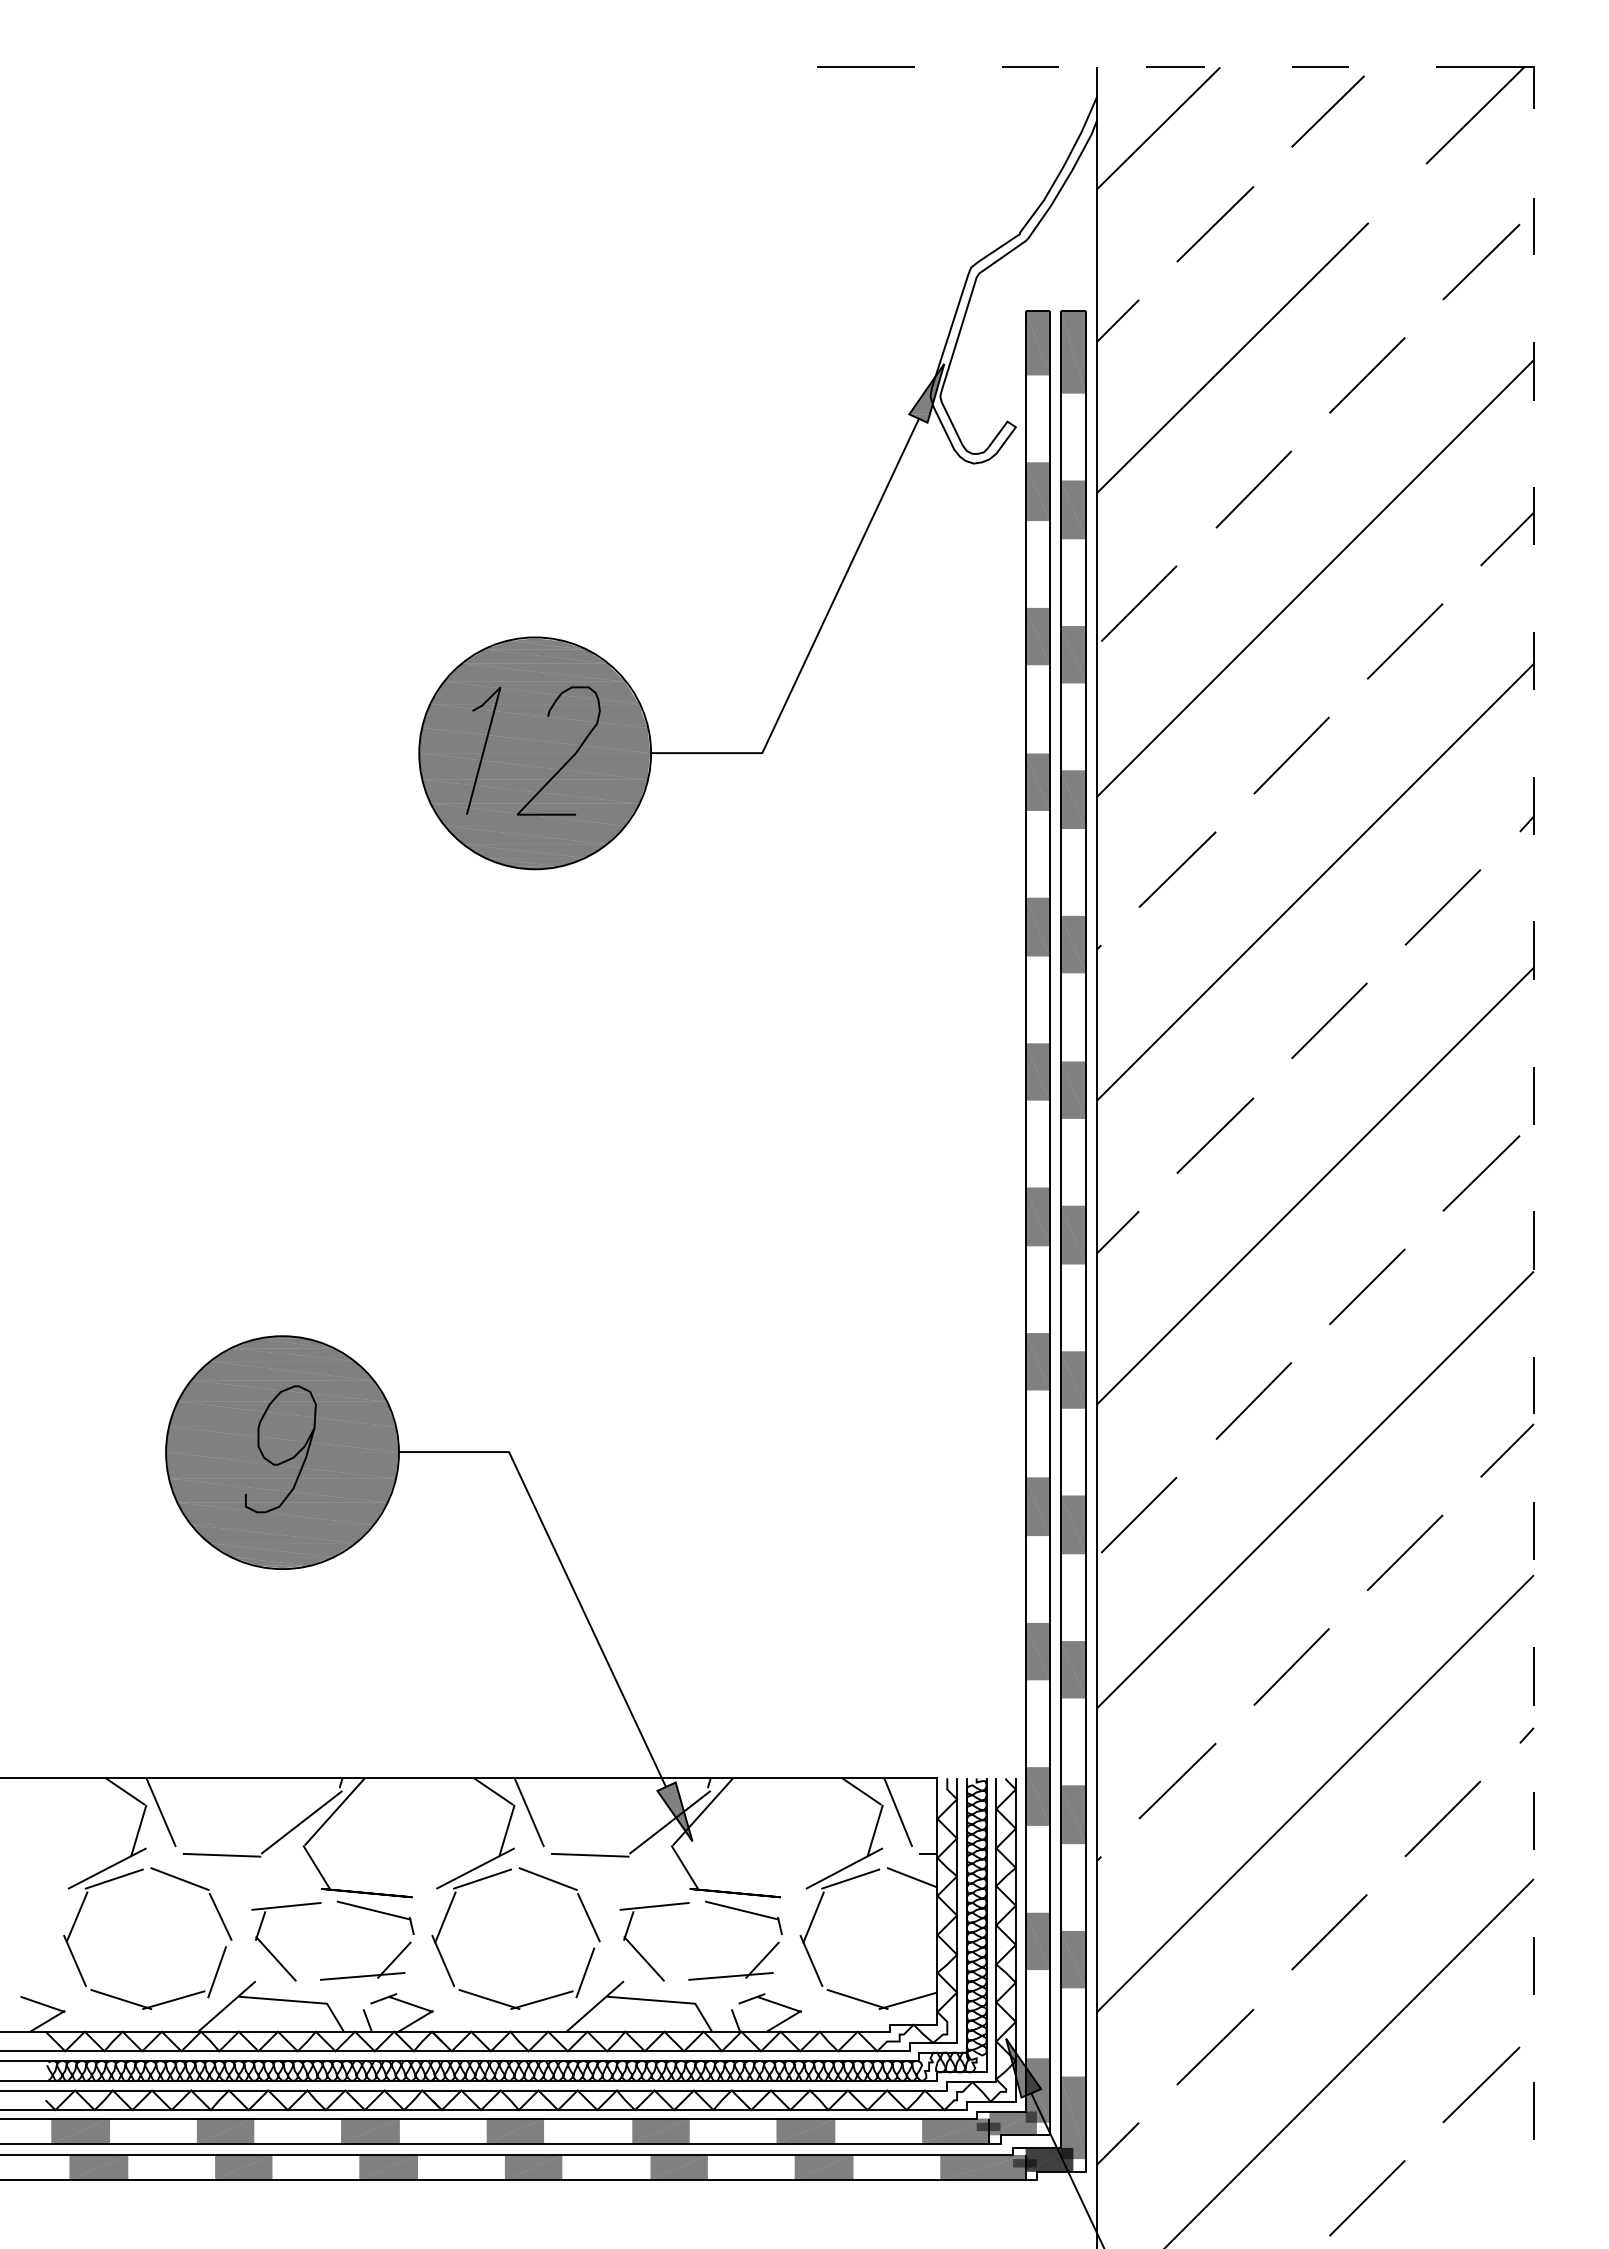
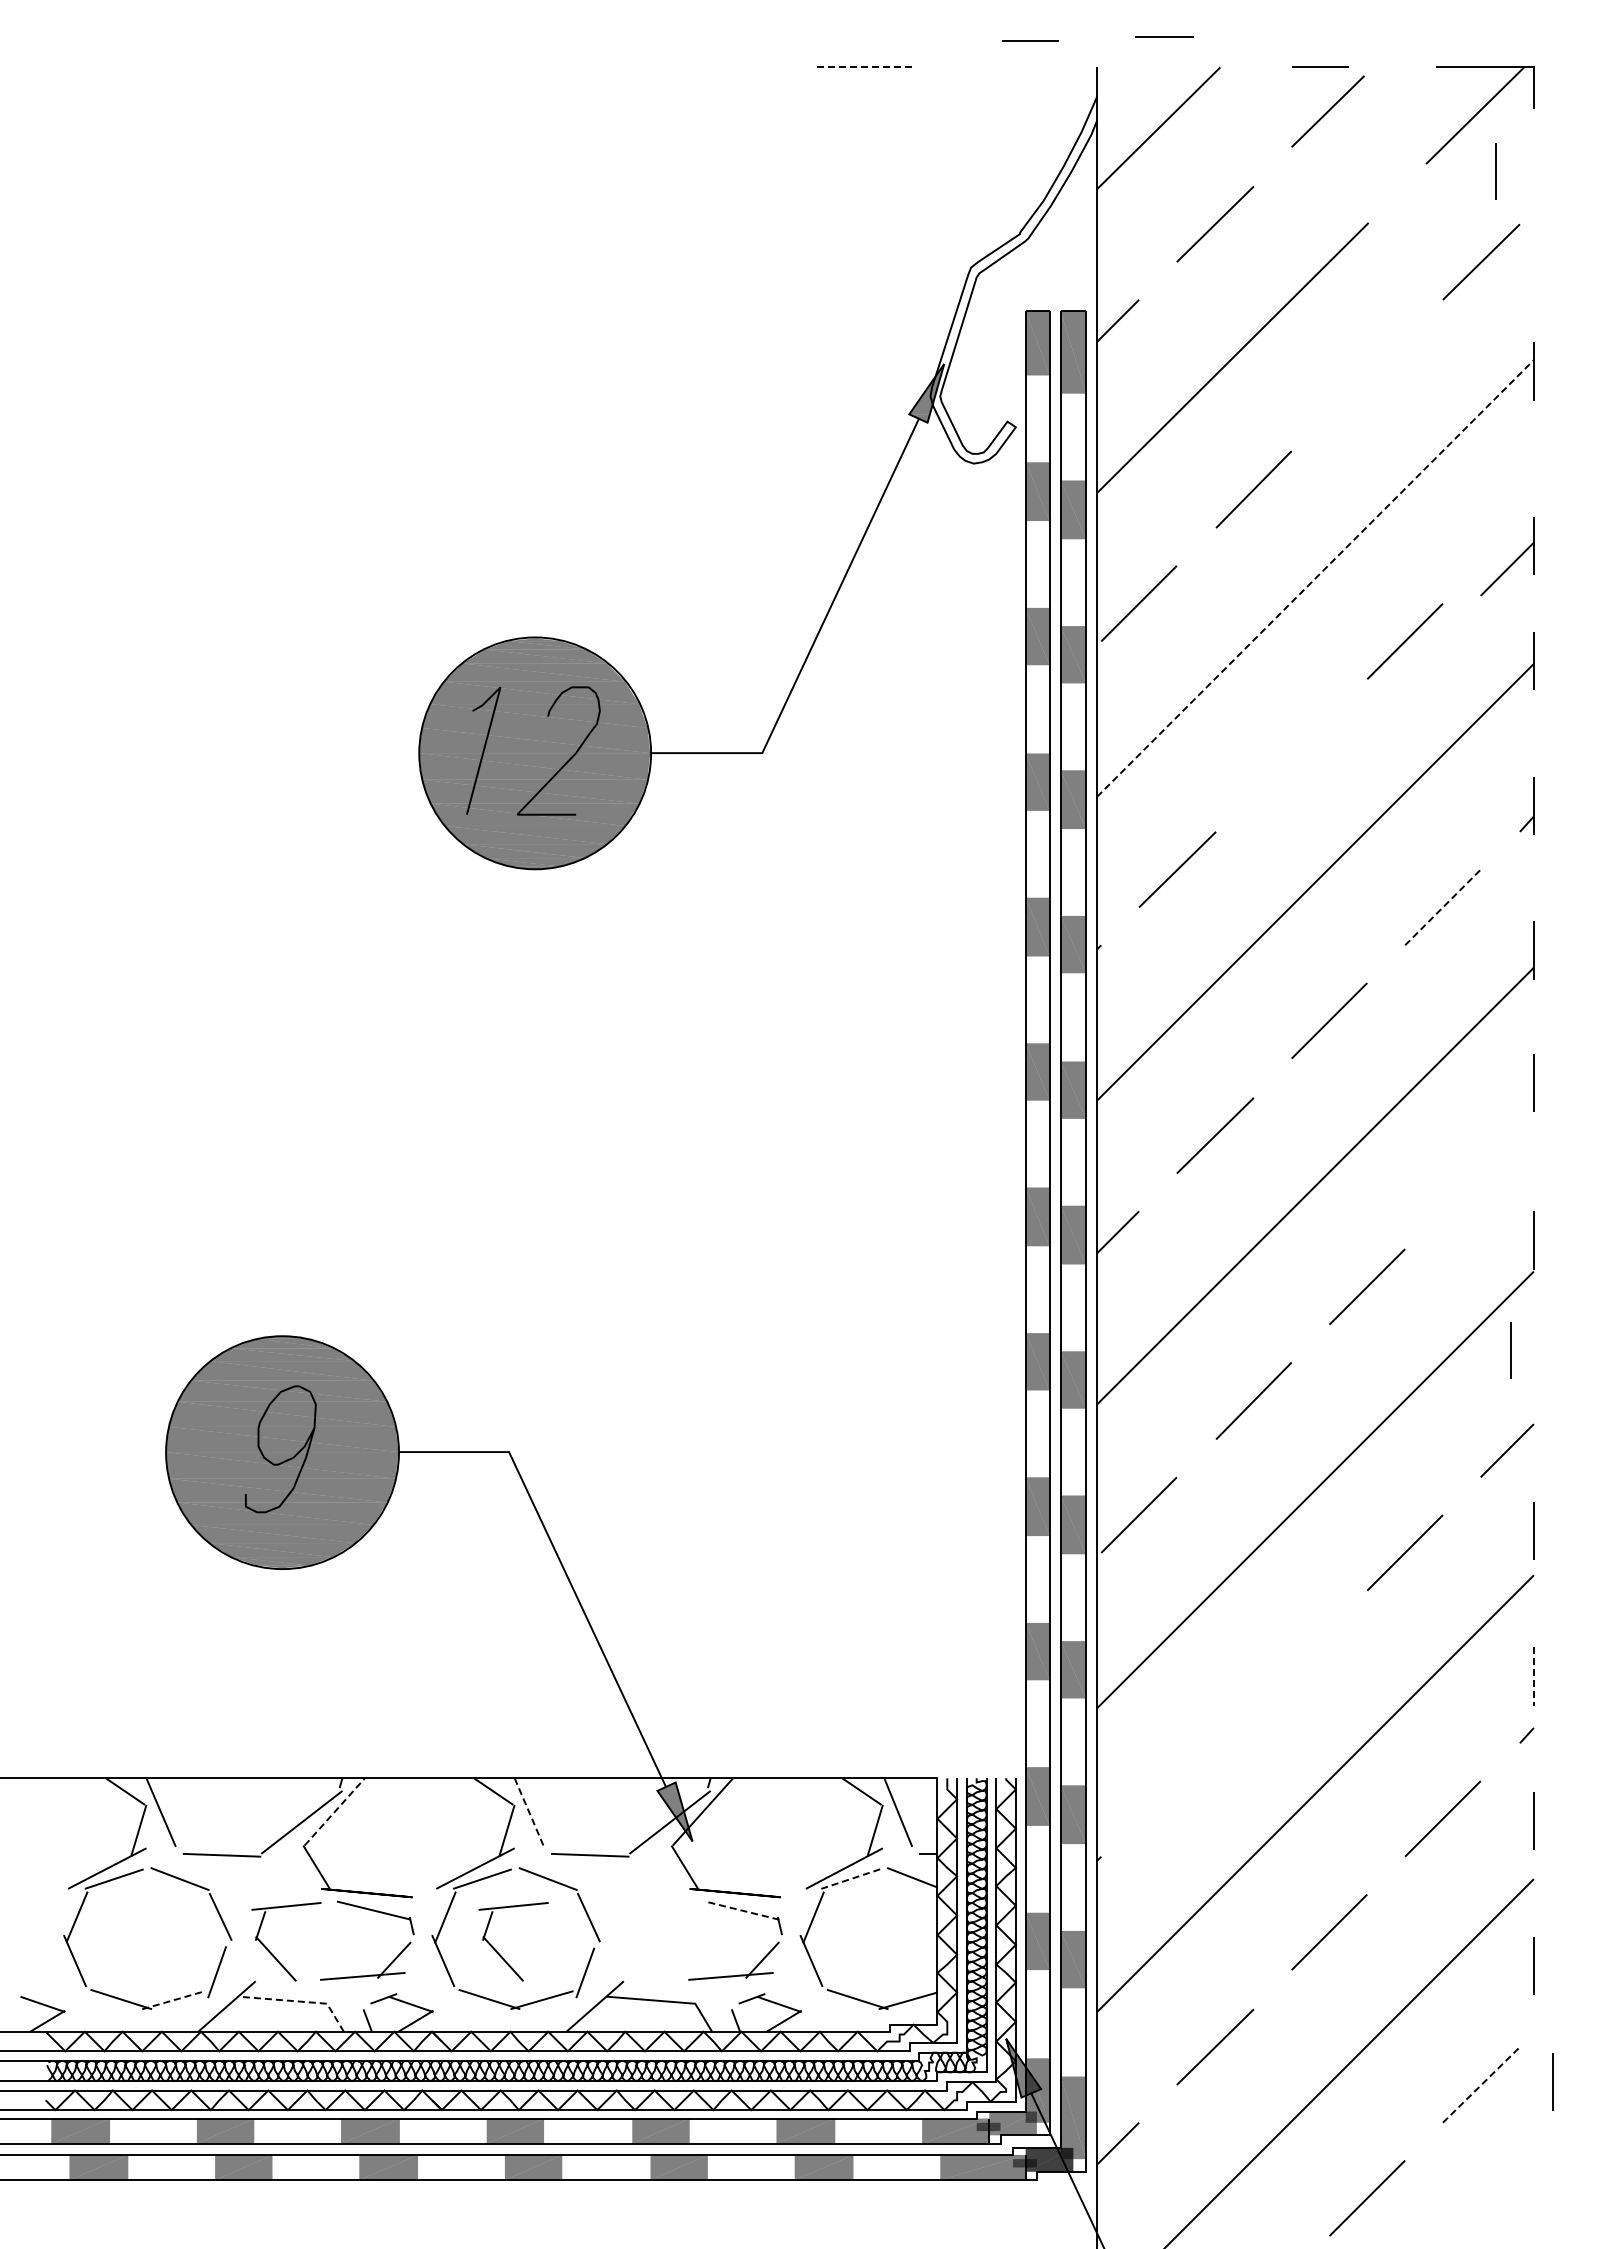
line at (1030, 66) position: (1030, 66) -> (1030, 40)
line at (1175, 66) position: (1175, 66) -> (1164, 36)
line at (866, 67): solid -> dashed
line at (1533, 226) position: (1533, 226) -> (1495, 171)
line at (1367, 375): present -> none
part at (1513, 531) position: (1513, 531) -> (1513, 561)
line at (1315, 578): solid -> dashed
line at (1291, 755): present -> none
line at (1443, 907): solid -> dashed
line at (1533, 1095) position: (1533, 1095) -> (1533, 1082)
line at (1481, 1173): present -> none
line at (1533, 1385) position: (1533, 1385) -> (1510, 1350)
line at (1291, 1666): present -> none
line at (1533, 1676): solid -> dashed
line at (1177, 1780): present -> none
line at (335, 1811): solid -> dashed
line at (529, 1813): solid -> dashed
line at (850, 1879): solid -> dashed
line at (741, 1910): solid -> dashed
part at (641, 1954) position: (641, 1954) -> (500, 1954)
line at (173, 2000): solid -> dashed
line at (299, 2001): solid -> dashed
line at (1481, 2084): solid -> dashed
line at (1533, 2110) position: (1533, 2110) -> (1552, 2081)
